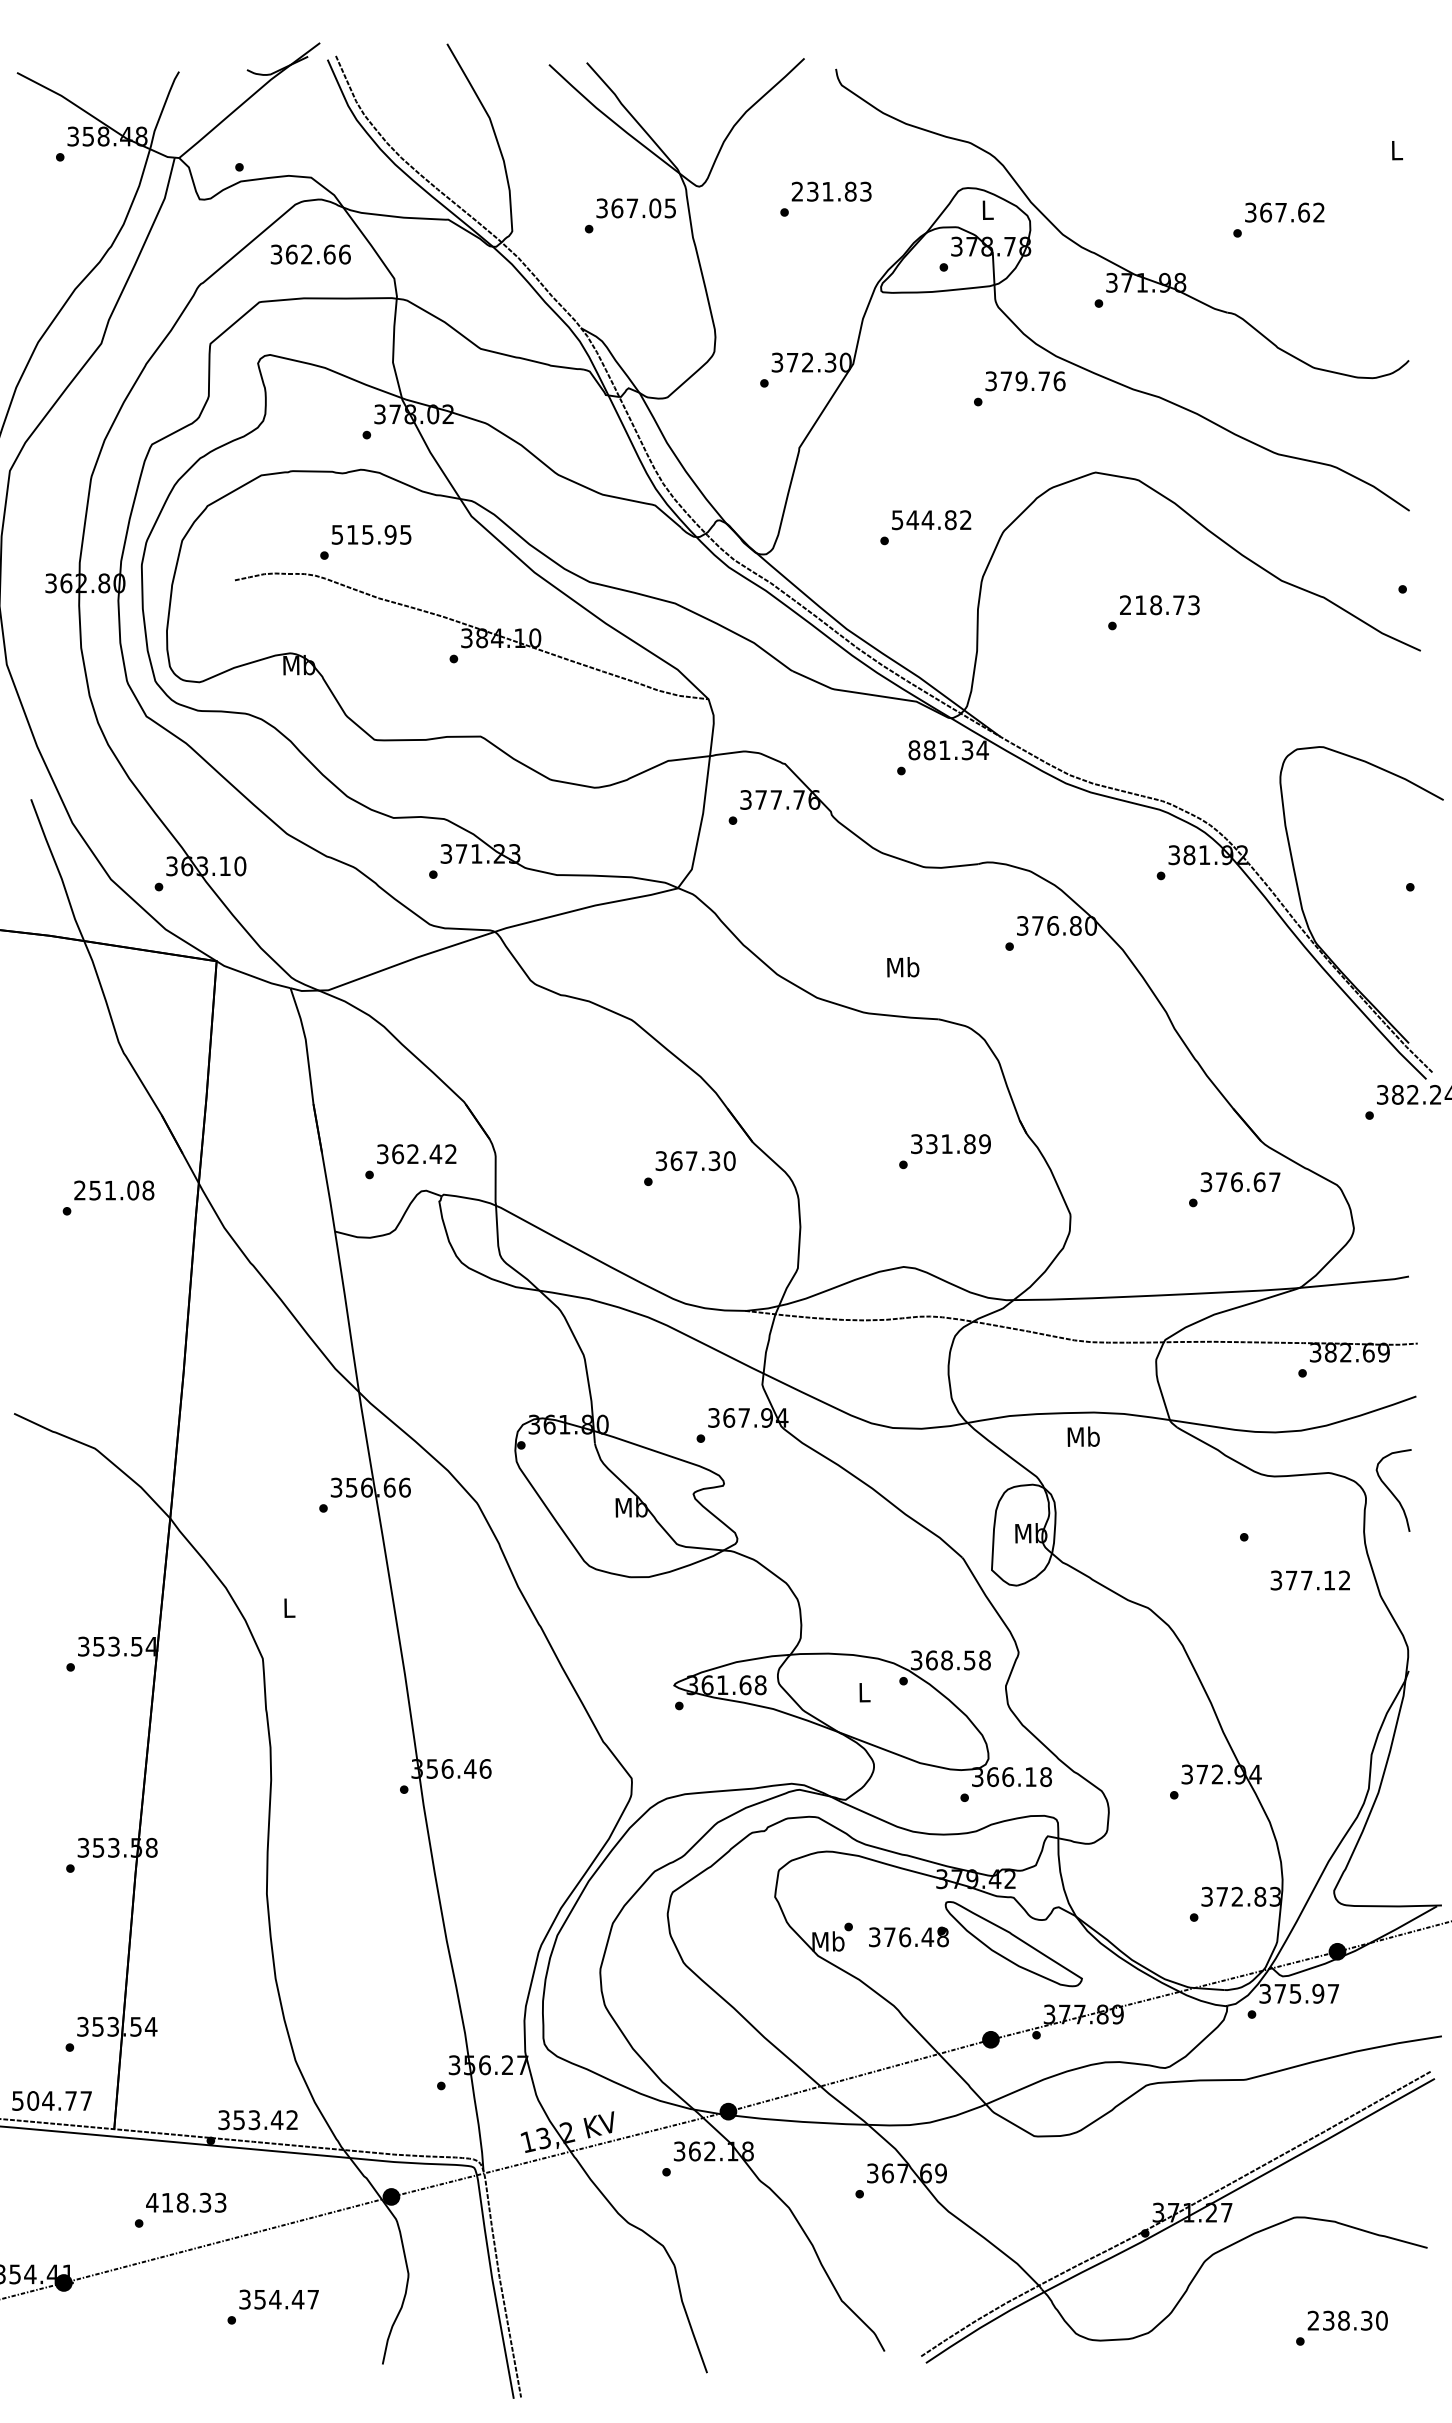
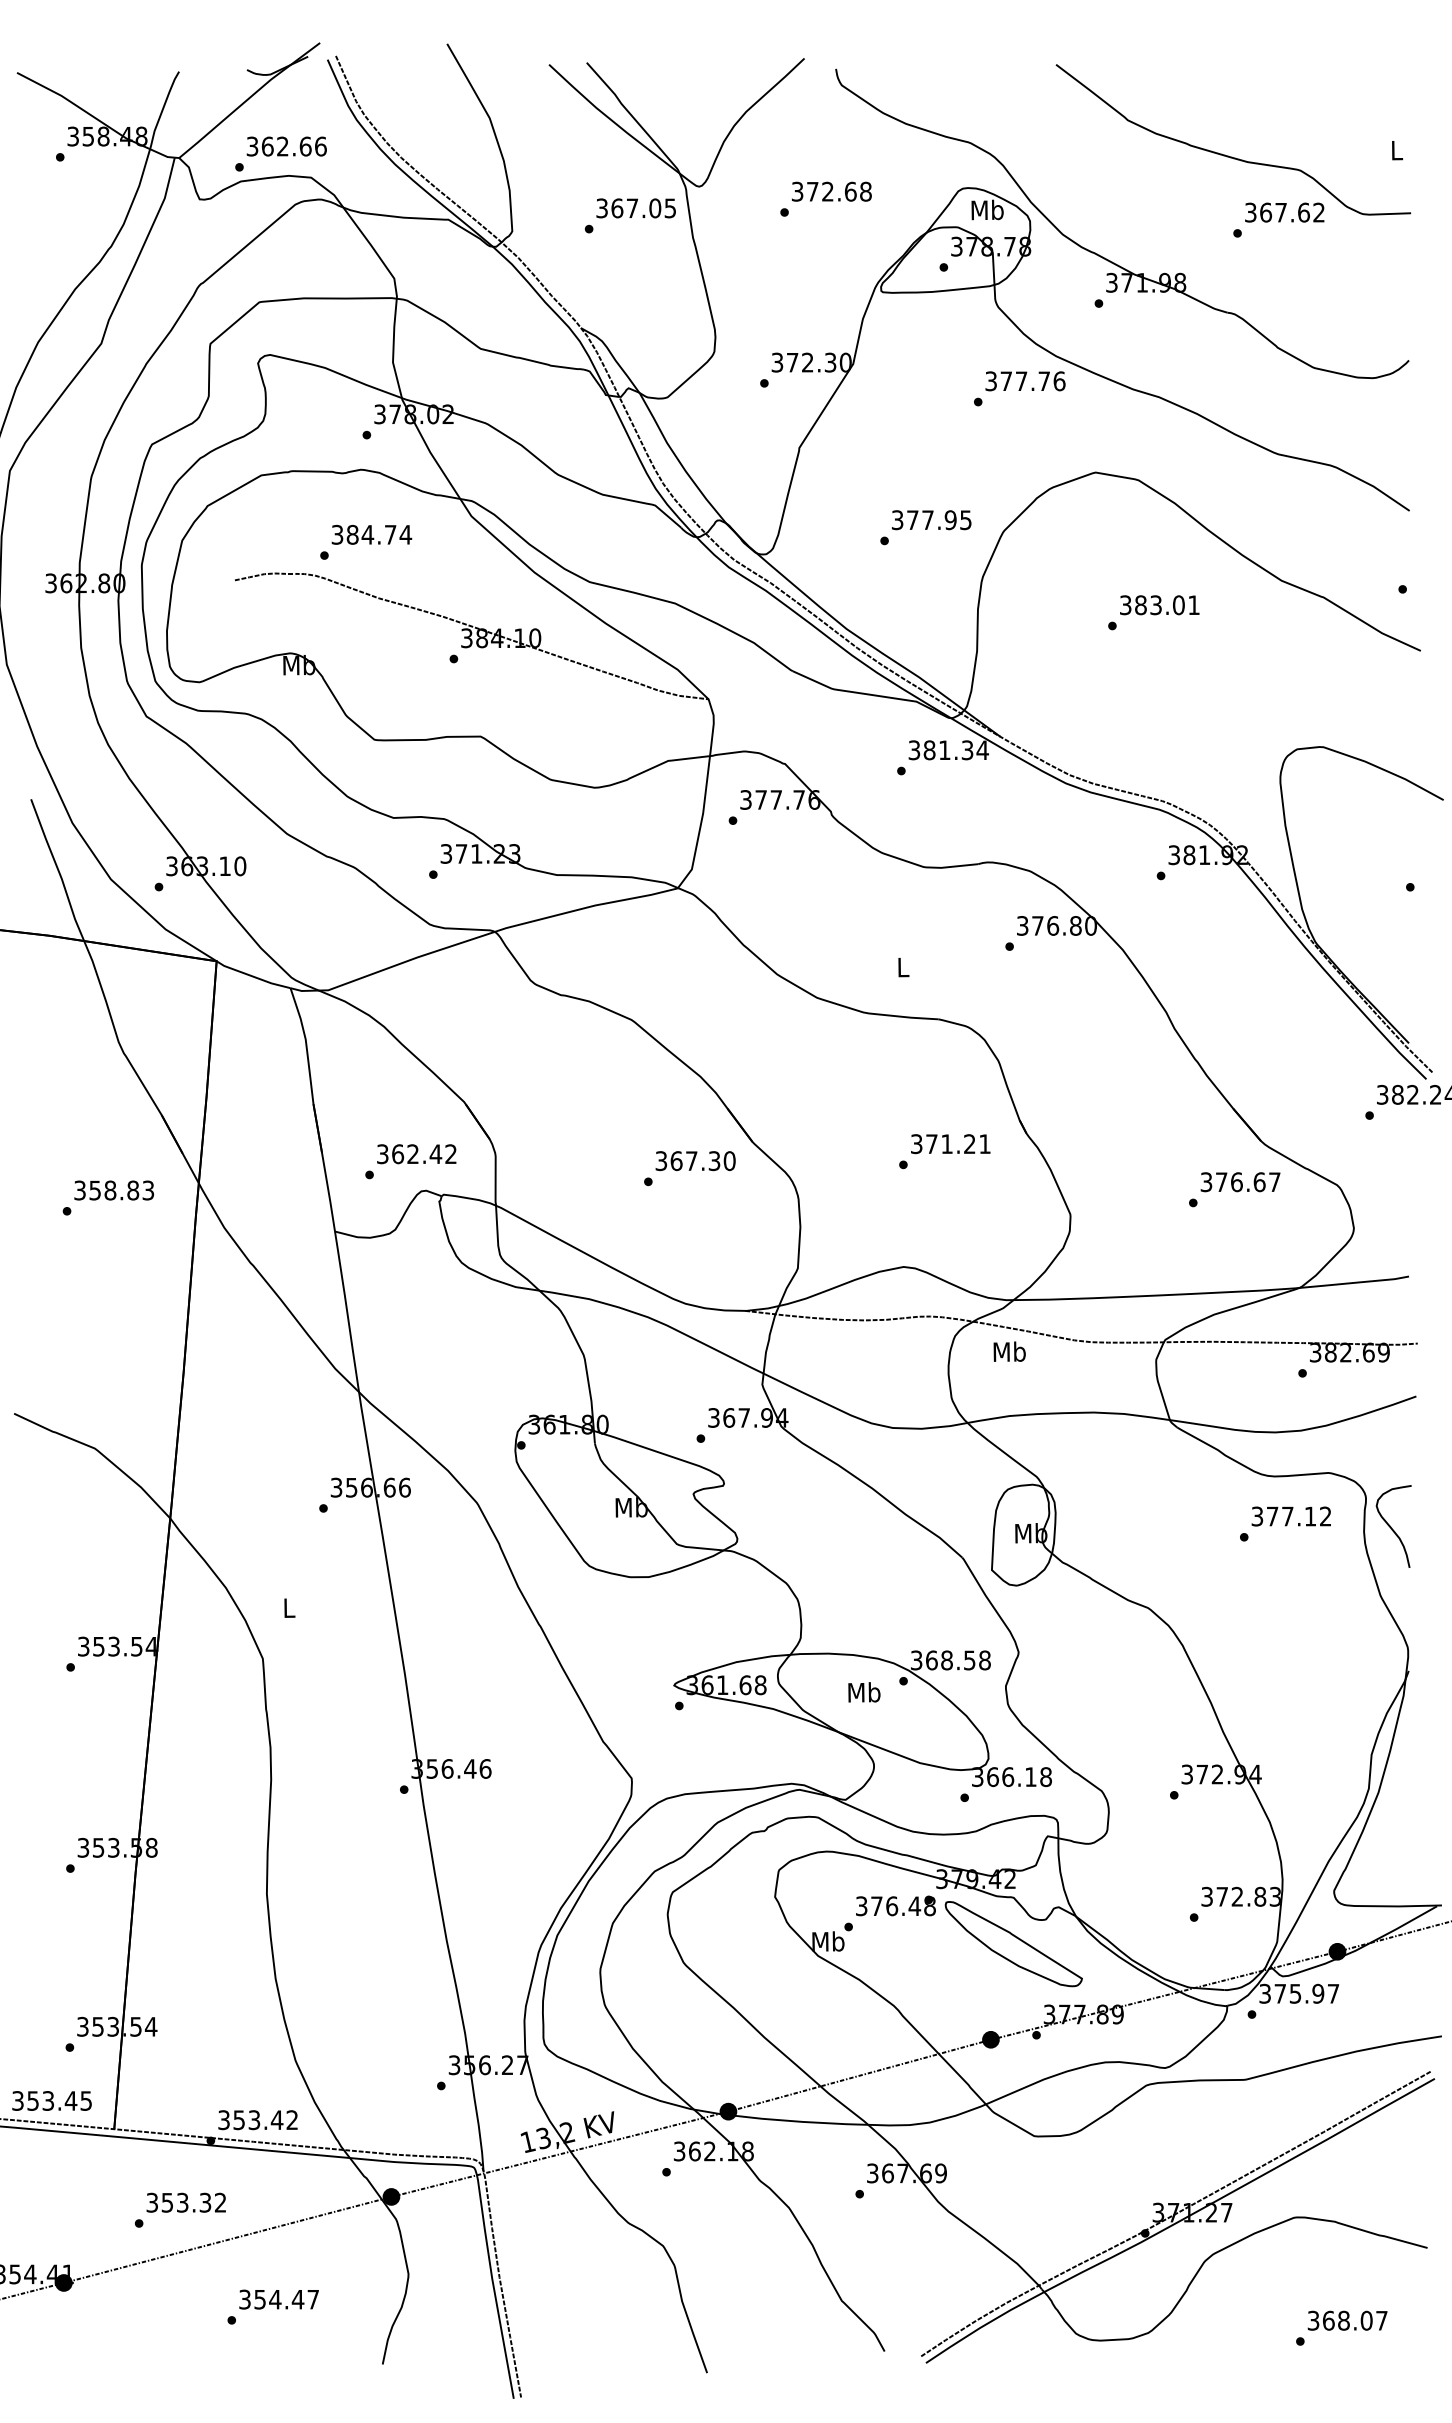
curve at (1228, 155): none -> present
text at (831, 191): 231.83 -> 372.68
text at (987, 209): L -> Mb
text at (310, 254) position: (310, 254) -> (286, 146)
text at (1021, 381): 379.76 -> 377.76
text at (931, 520): 544.82 -> 377.95
text at (372, 534): 515.95 -> 384.74
text at (1159, 605): 218.73 -> 383.01
text at (914, 750): 881.34 -> 381.34
text at (903, 967): Mb -> L
text at (958, 1144): 331.89 -> 371.21
text at (114, 1190): 251.08 -> 358.83
text at (1083, 1436) position: (1083, 1436) -> (1009, 1351)
curve at (1391, 1490) position: (1391, 1490) -> (1391, 1526)
text at (1309, 1580) position: (1309, 1580) -> (1290, 1516)
text at (864, 1692): L -> Mb
text at (908, 1936) position: (908, 1936) -> (895, 1905)
text at (51, 2100): 504.77 -> 353.45
text at (186, 2202): 418.33 -> 353.32
text at (1347, 2320): 238.30 -> 368.07
